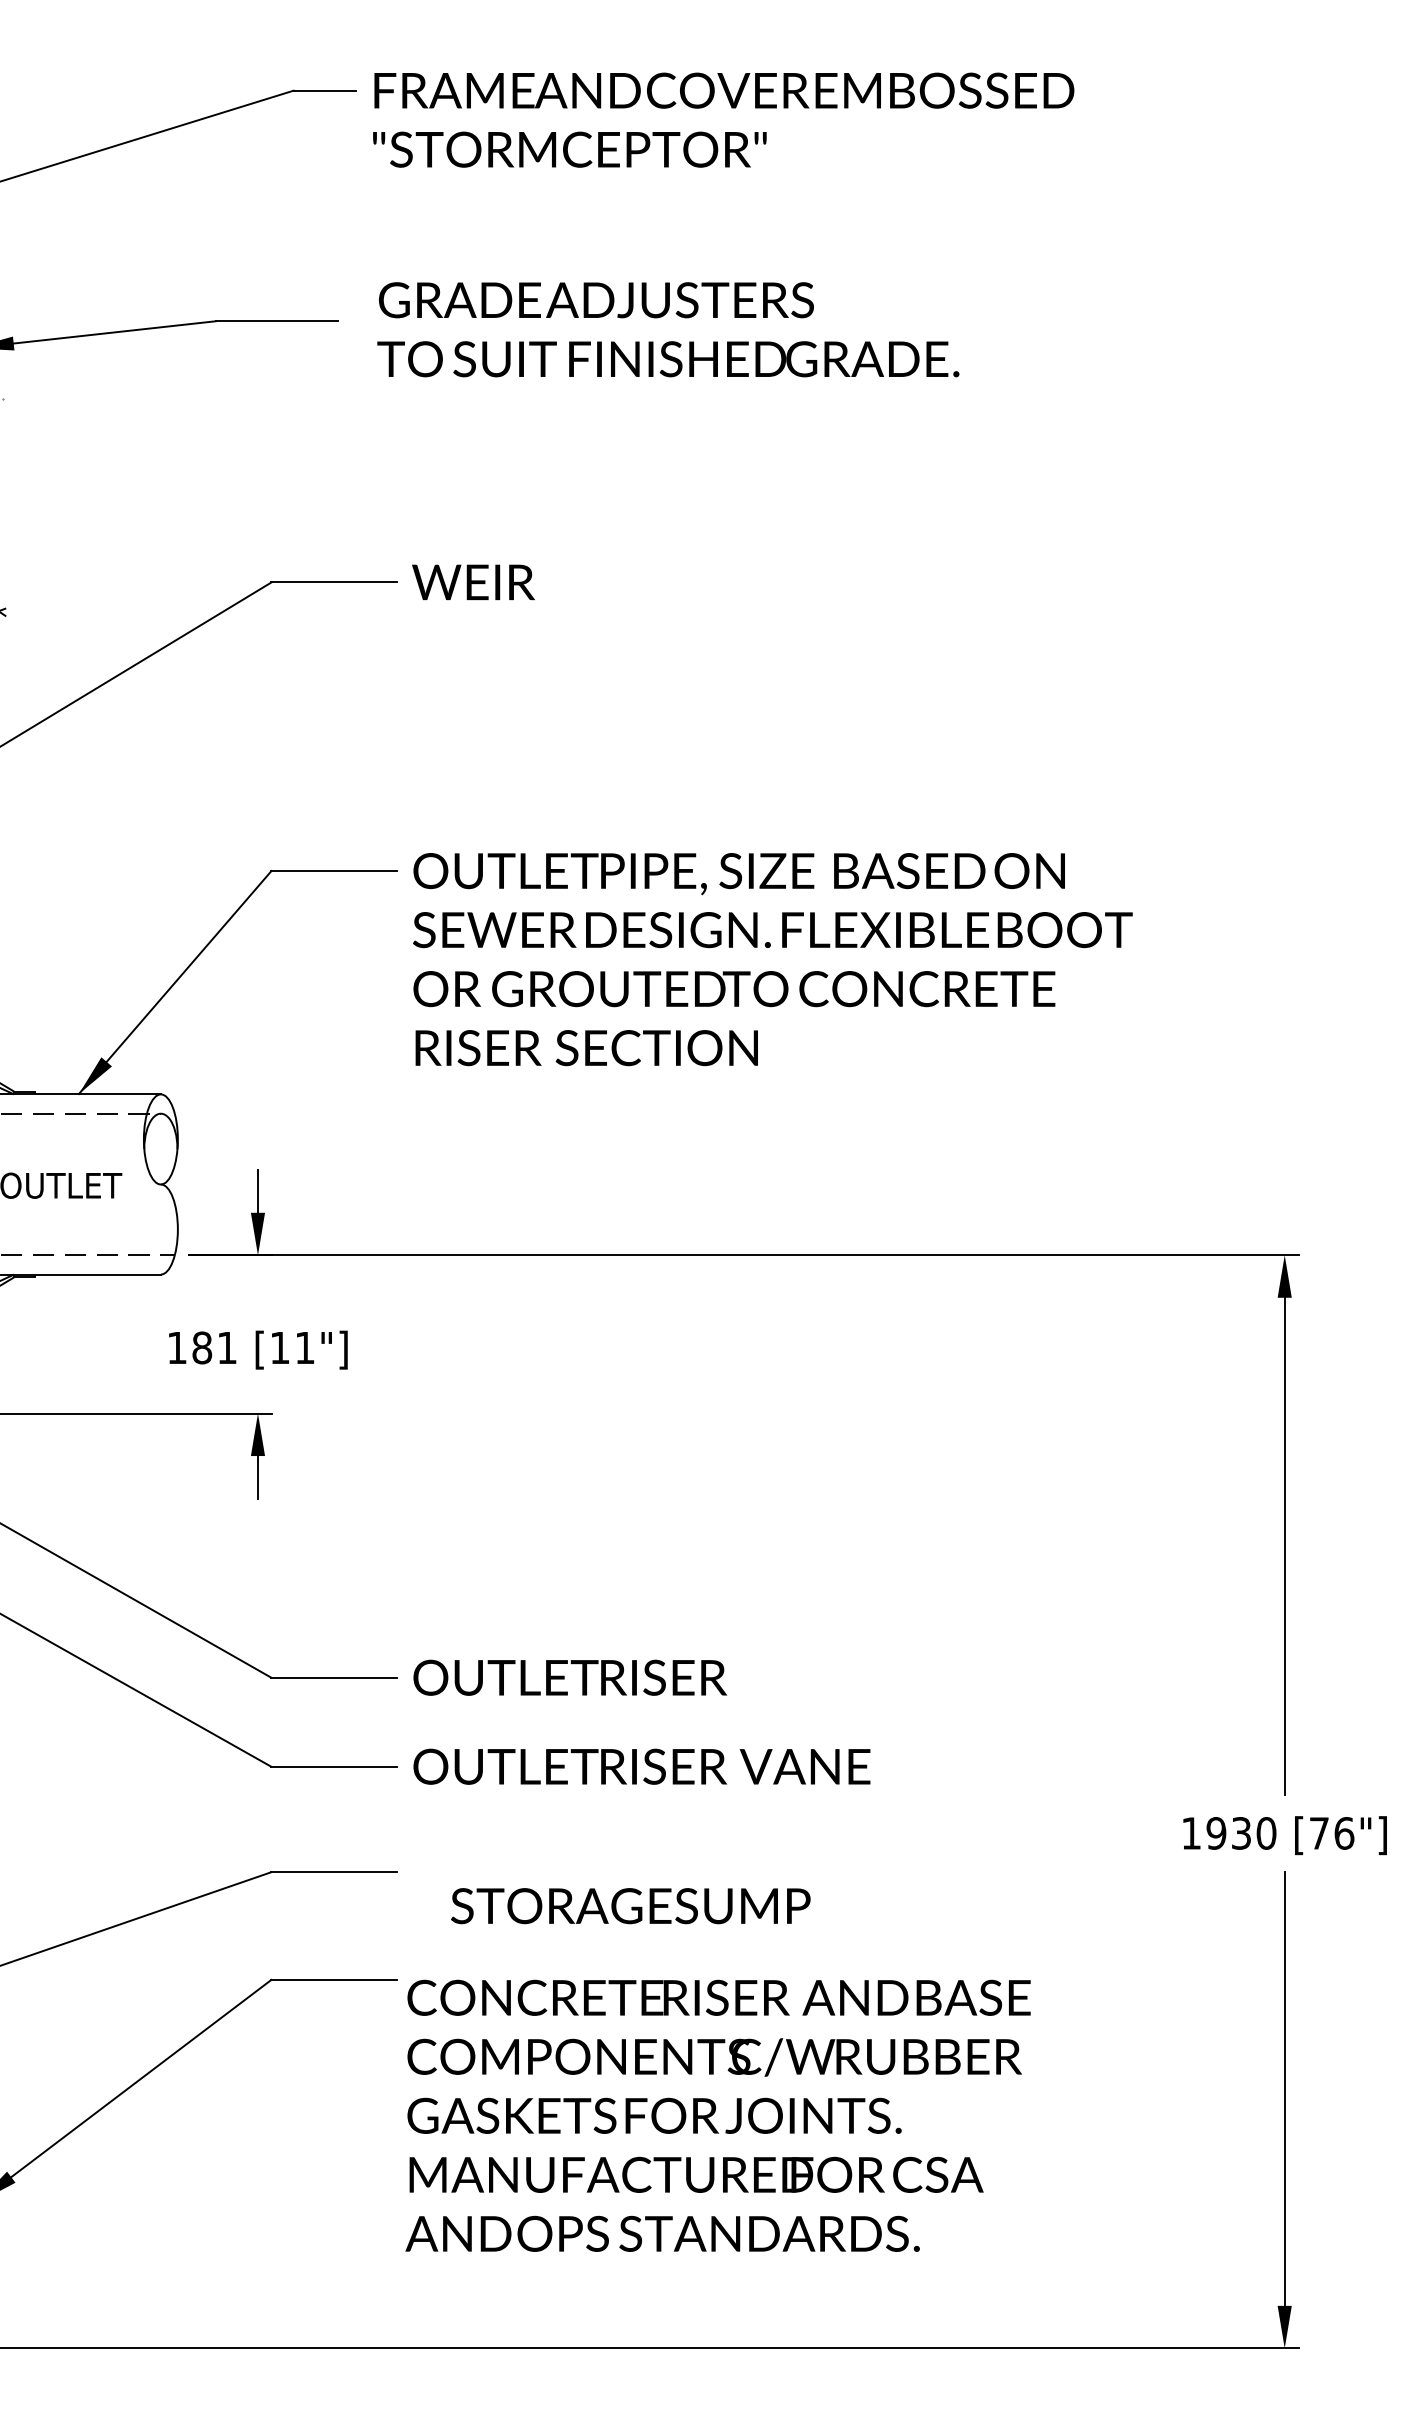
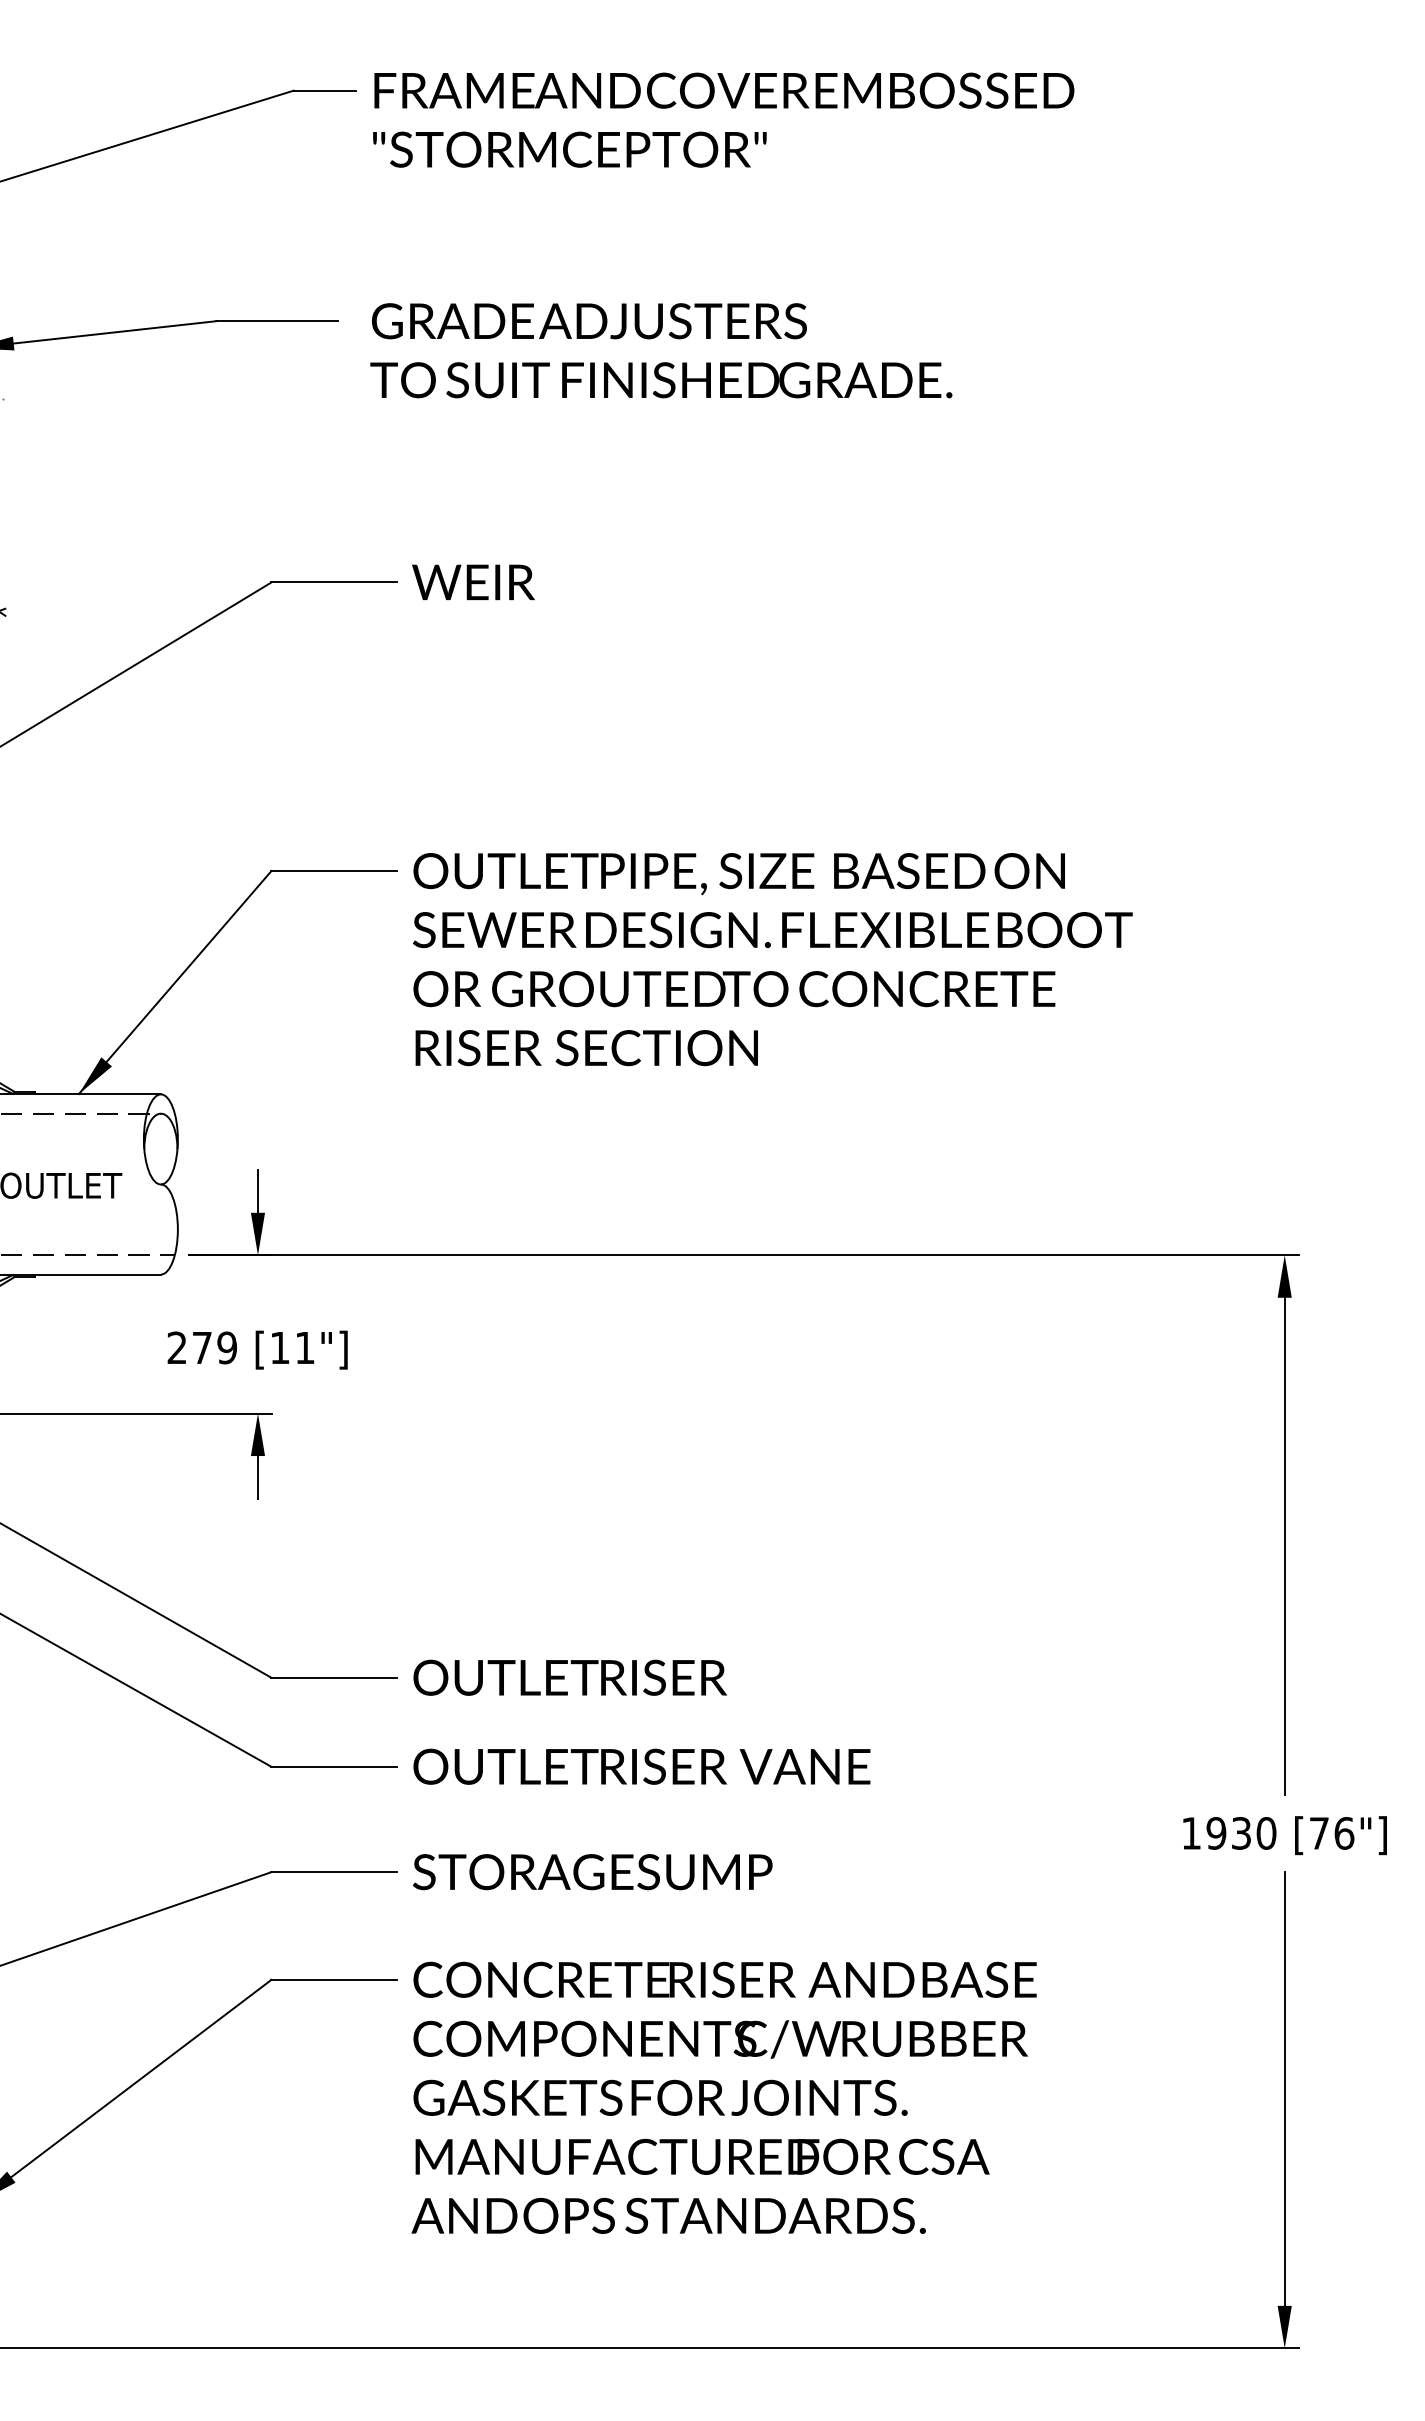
text at (668, 329) position: (668, 329) -> (661, 350)
text at (201, 1347): 181 -> 279
text at (630, 1906) position: (630, 1906) -> (592, 1872)
text at (717, 2115) position: (717, 2115) -> (723, 2097)
